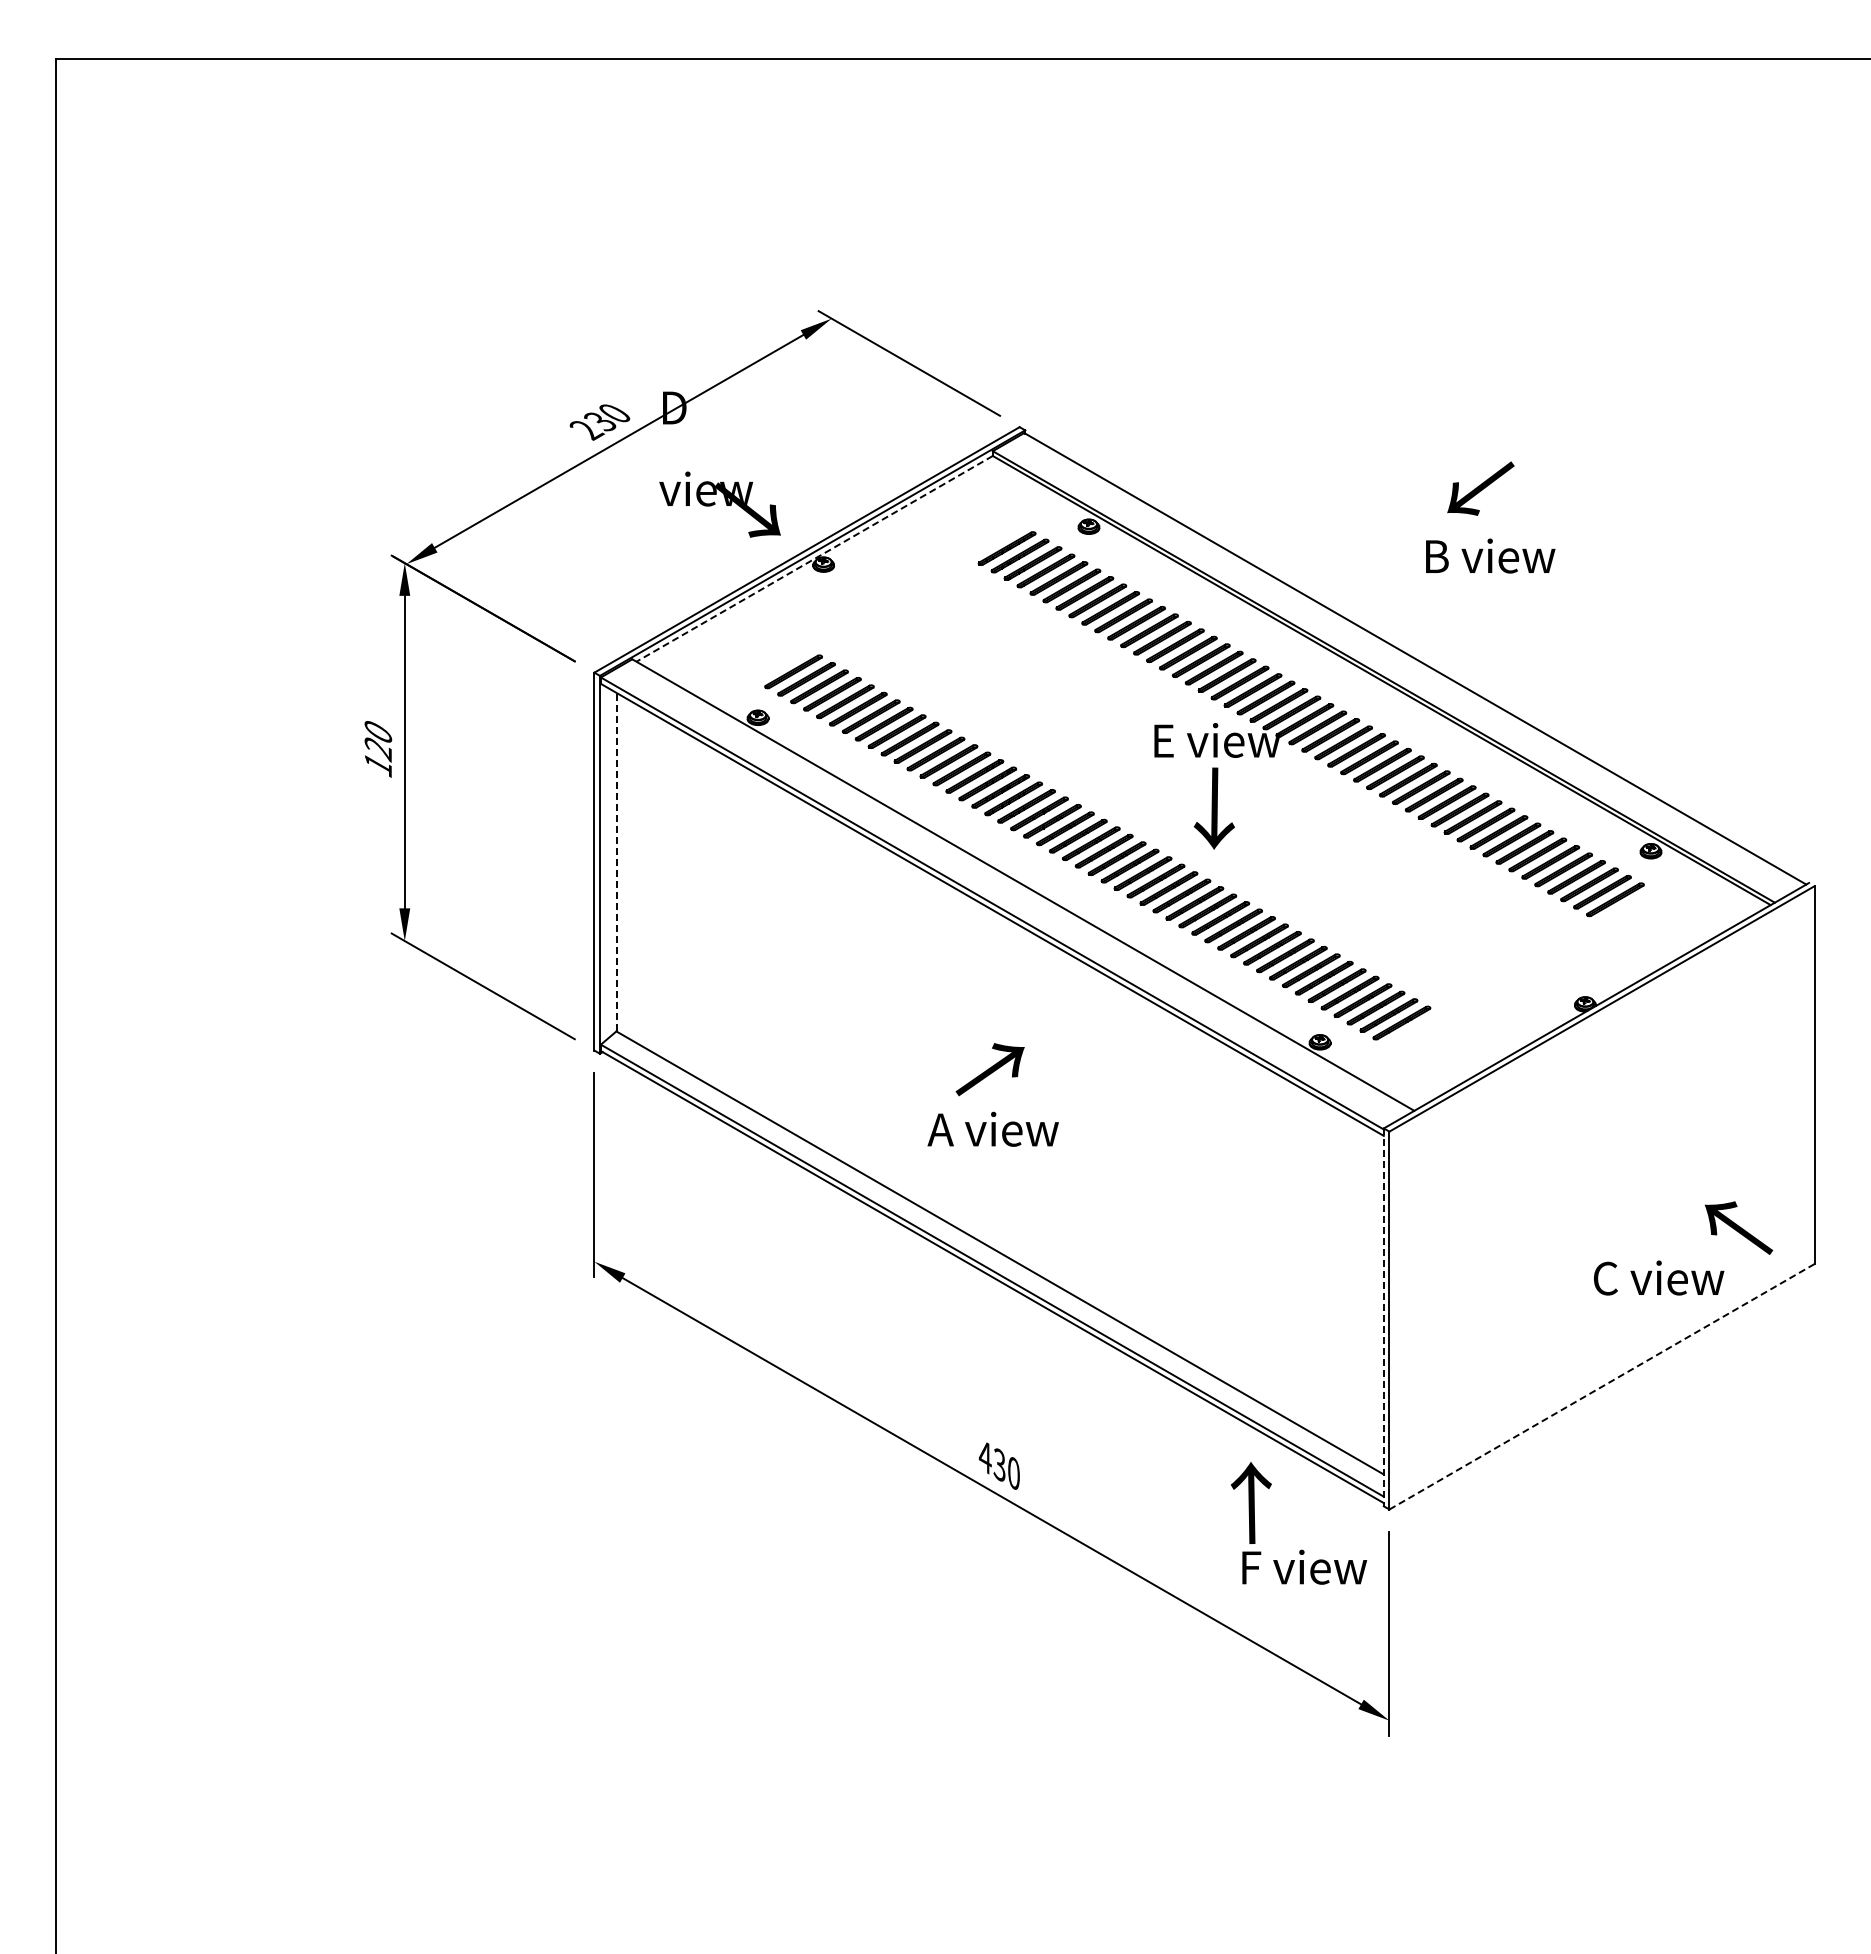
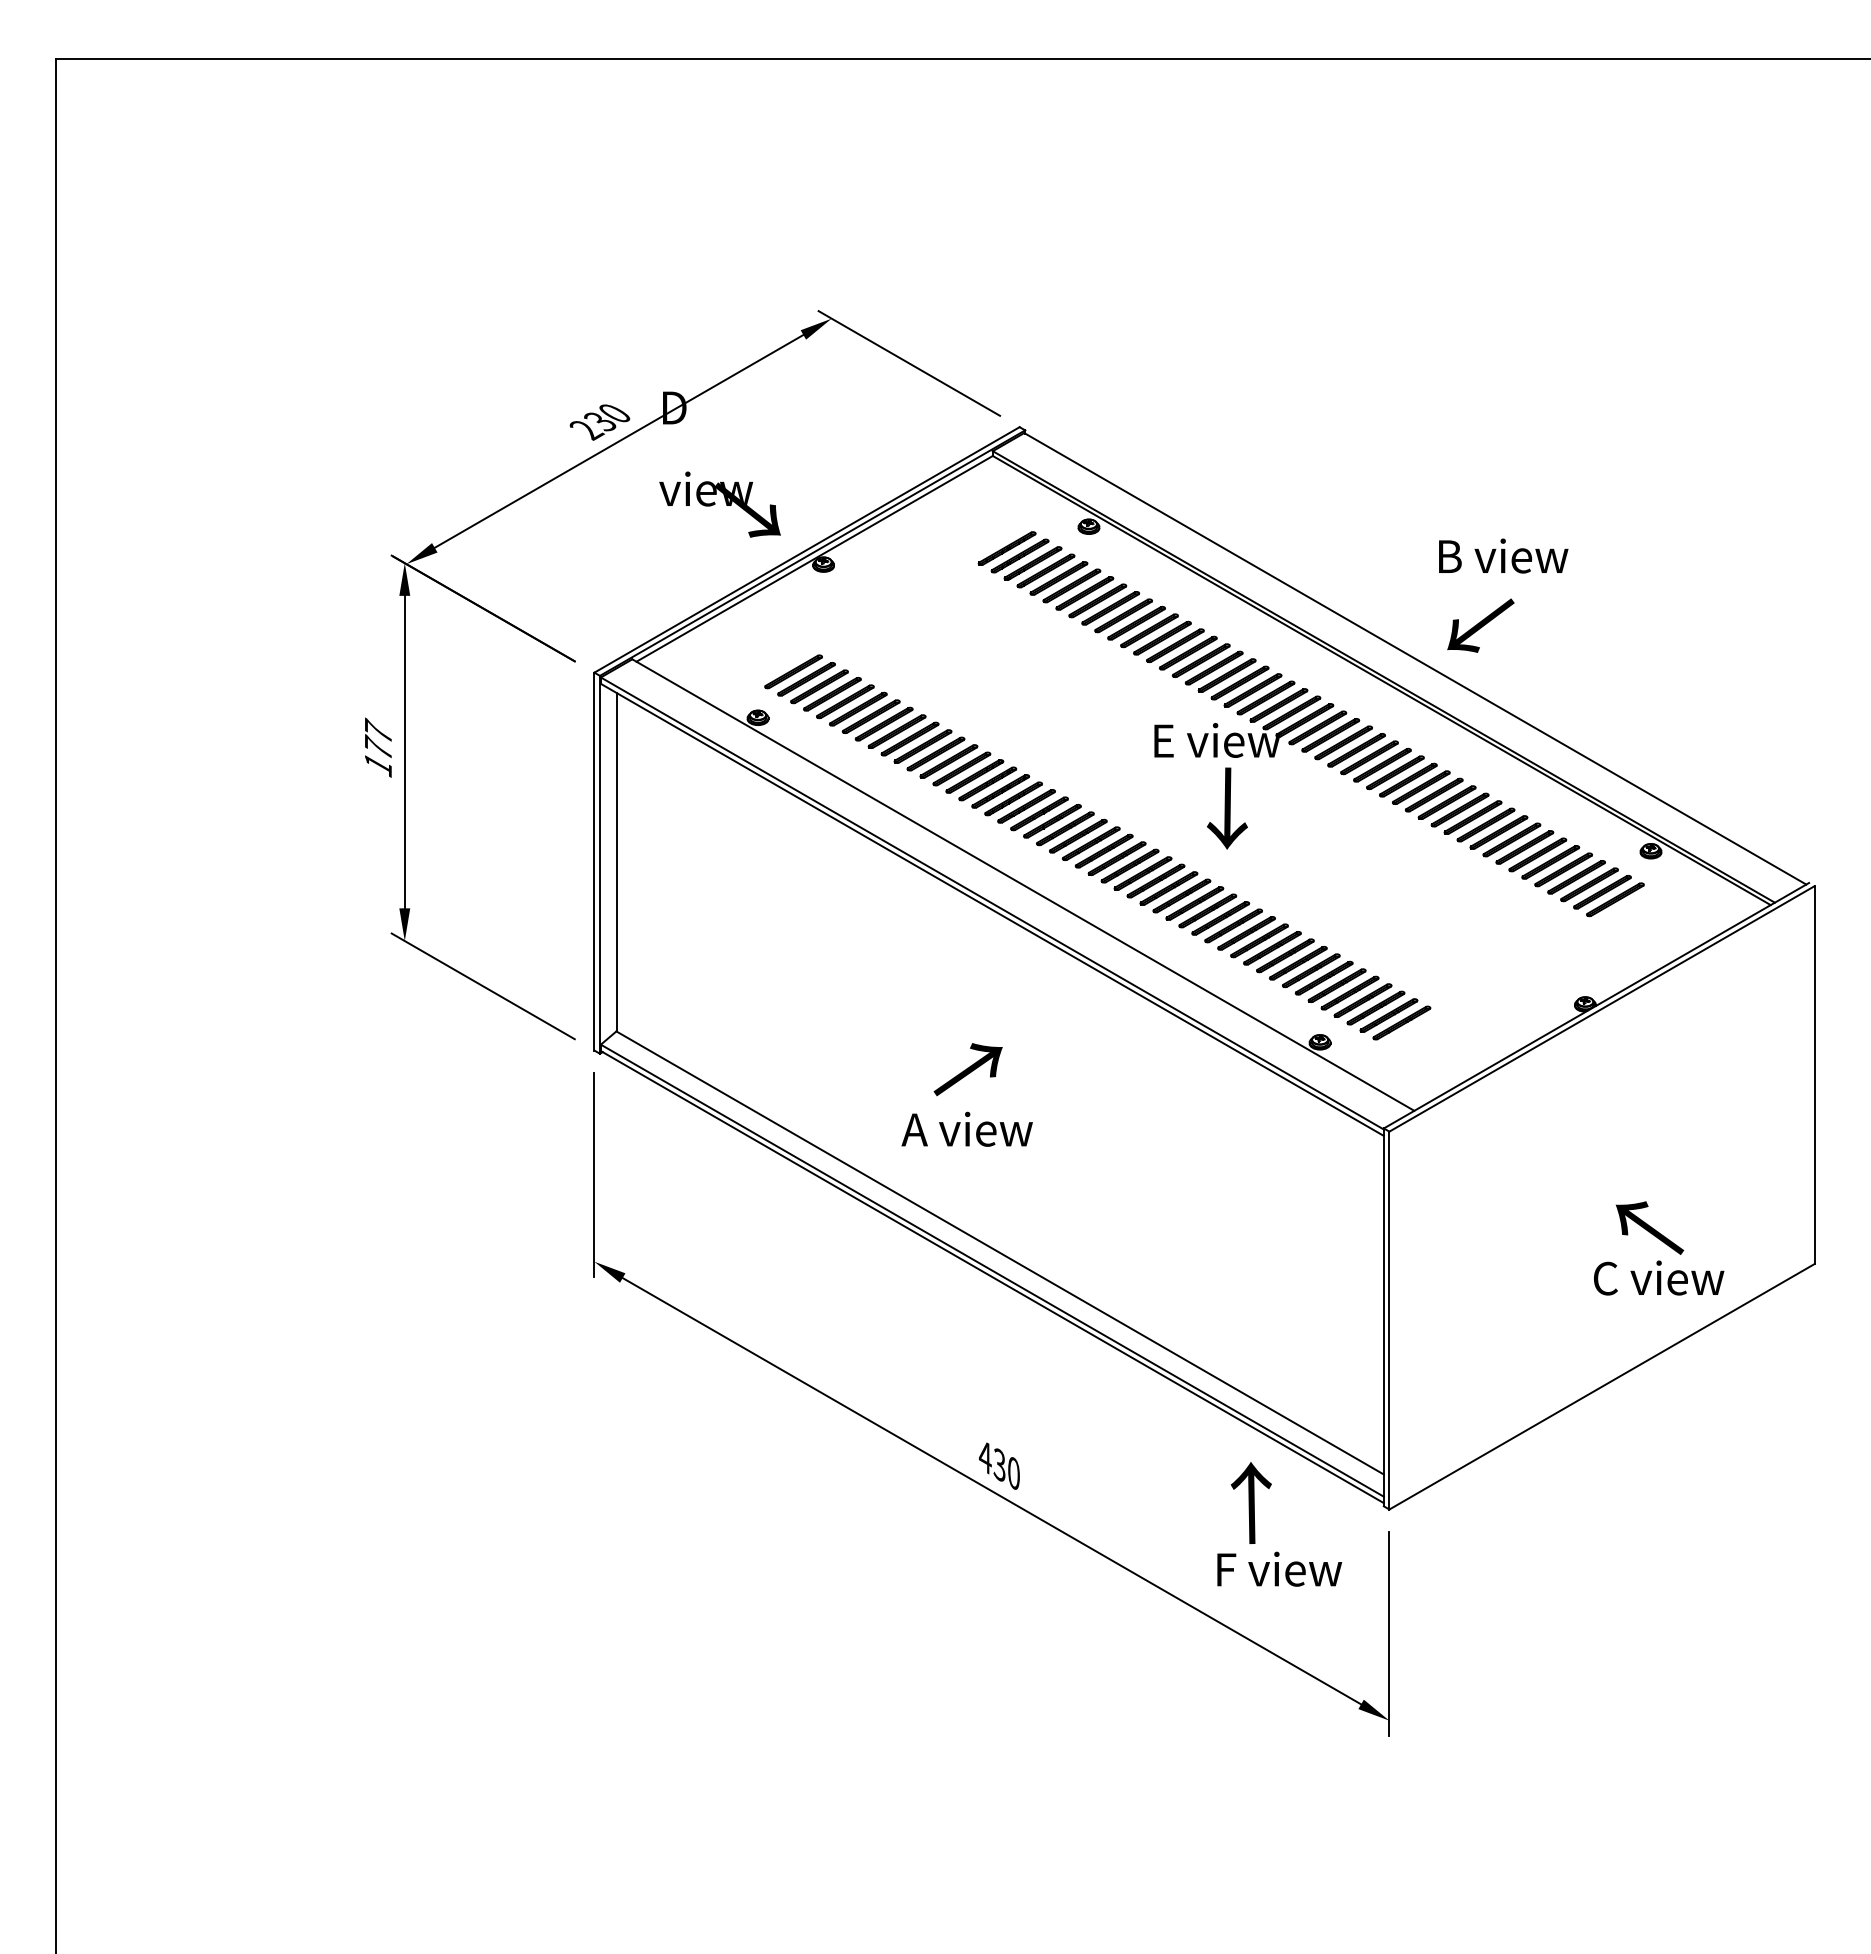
text at (1480, 488) position: (1480, 488) -> (1480, 625)
text at (1490, 555) position: (1490, 555) -> (1503, 555)
line at (814, 558): dashed -> solid
text at (378, 739): 120 -> 177
text at (1214, 808) position: (1214, 808) -> (1227, 808)
line at (616, 861): dashed -> solid
text at (989, 1069) position: (989, 1069) -> (967, 1069)
text at (992, 1128) position: (992, 1128) -> (966, 1128)
text at (1738, 1227) position: (1738, 1227) -> (1649, 1227)
line at (1383, 1317): dashed -> solid
line at (1602, 1386): dashed -> solid
text at (1304, 1566) position: (1304, 1566) -> (1279, 1568)
